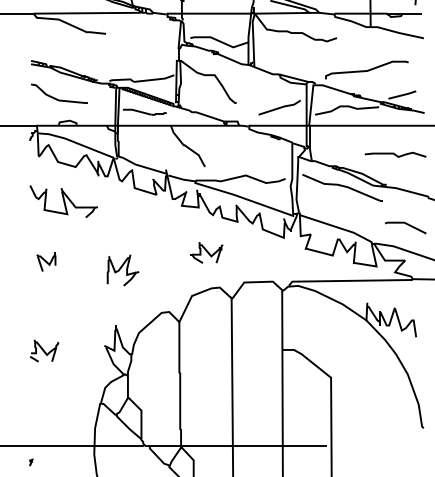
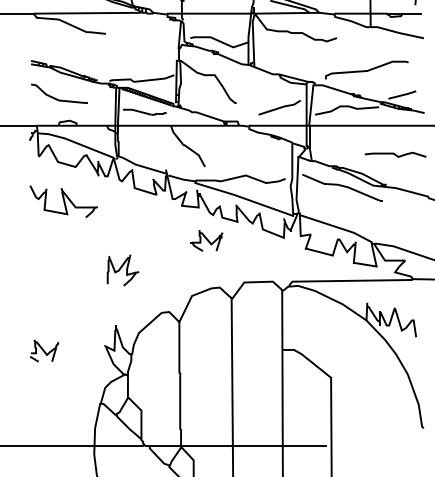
line at (407, 225): present -> none
part at (206, 252) position: (206, 252) -> (206, 240)
part at (46, 261): present -> none
part at (31, 462): present -> none
